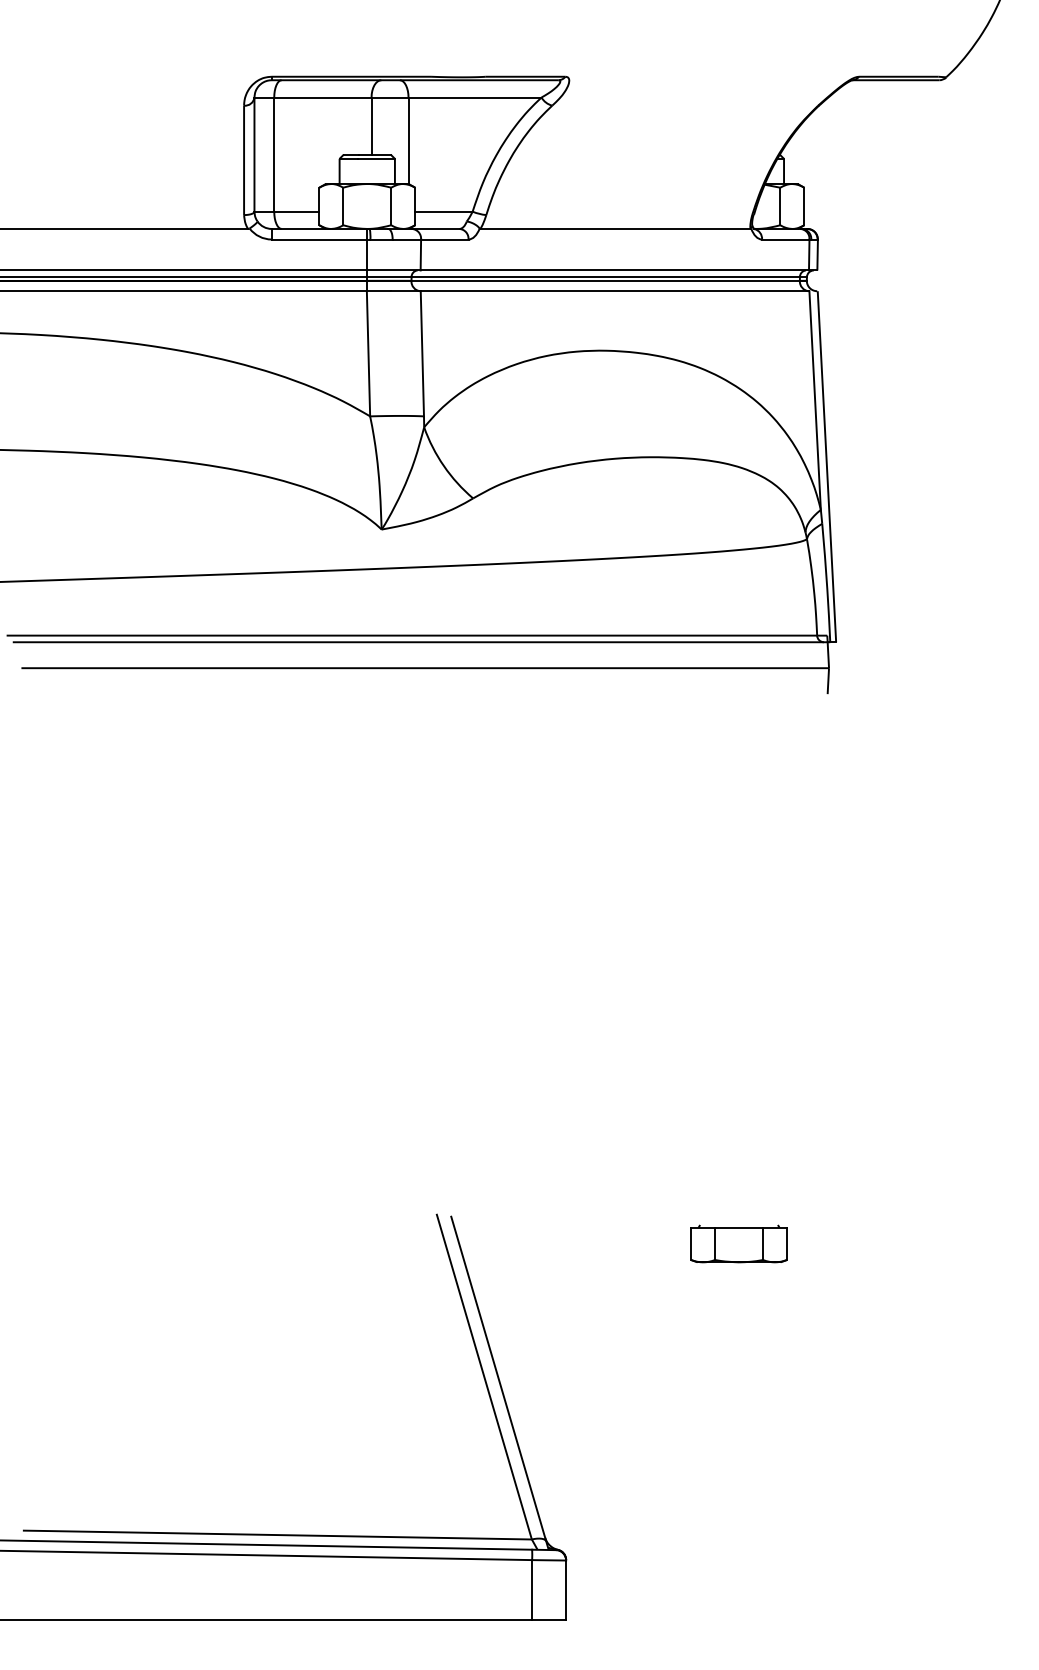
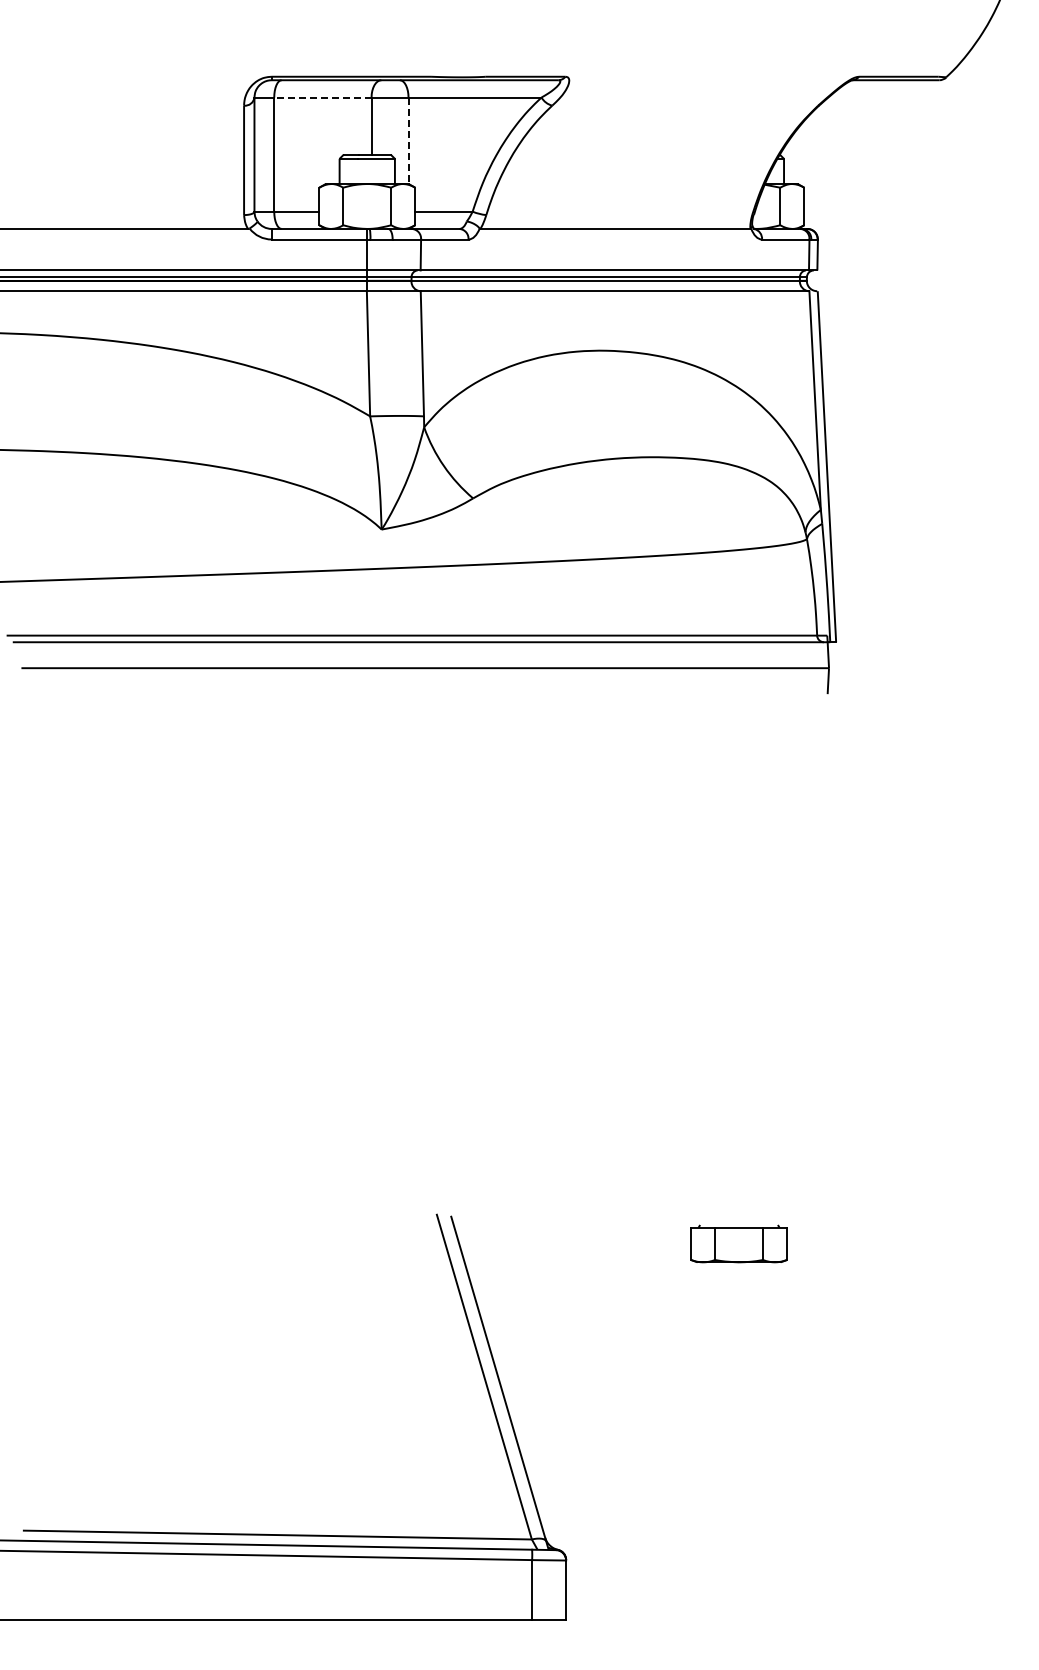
line at (322, 97): solid -> dashed
line at (408, 141): solid -> dashed
